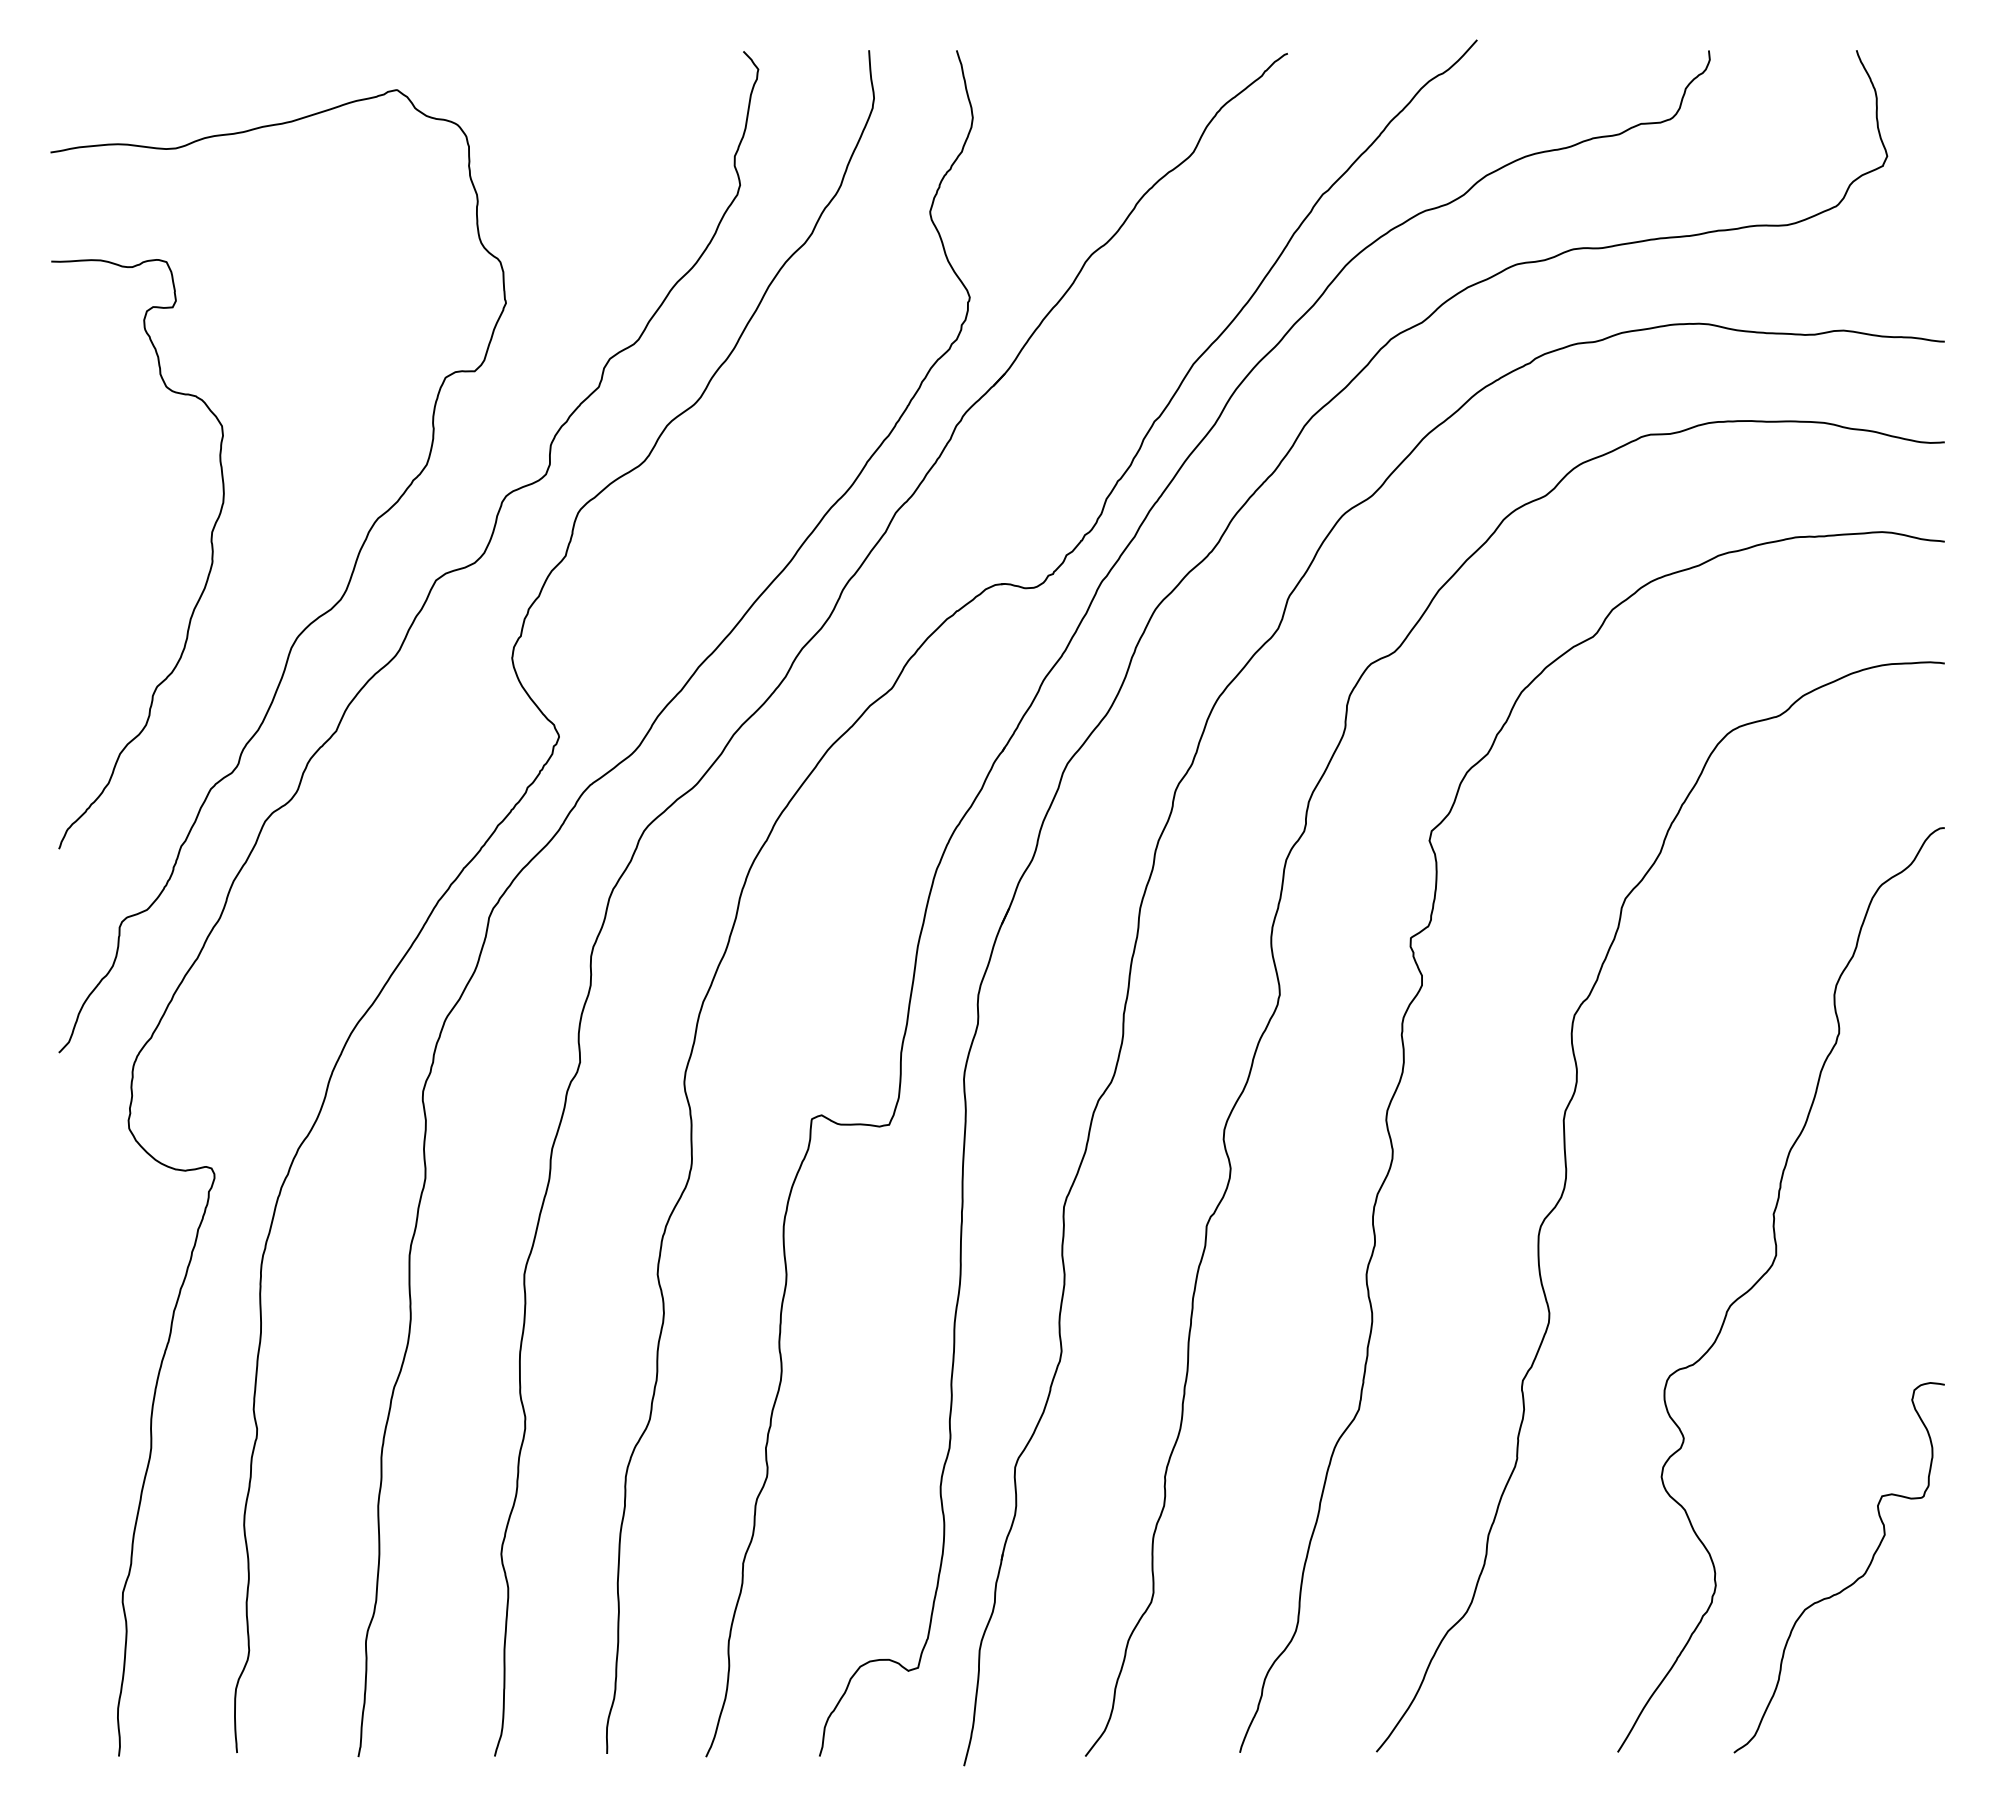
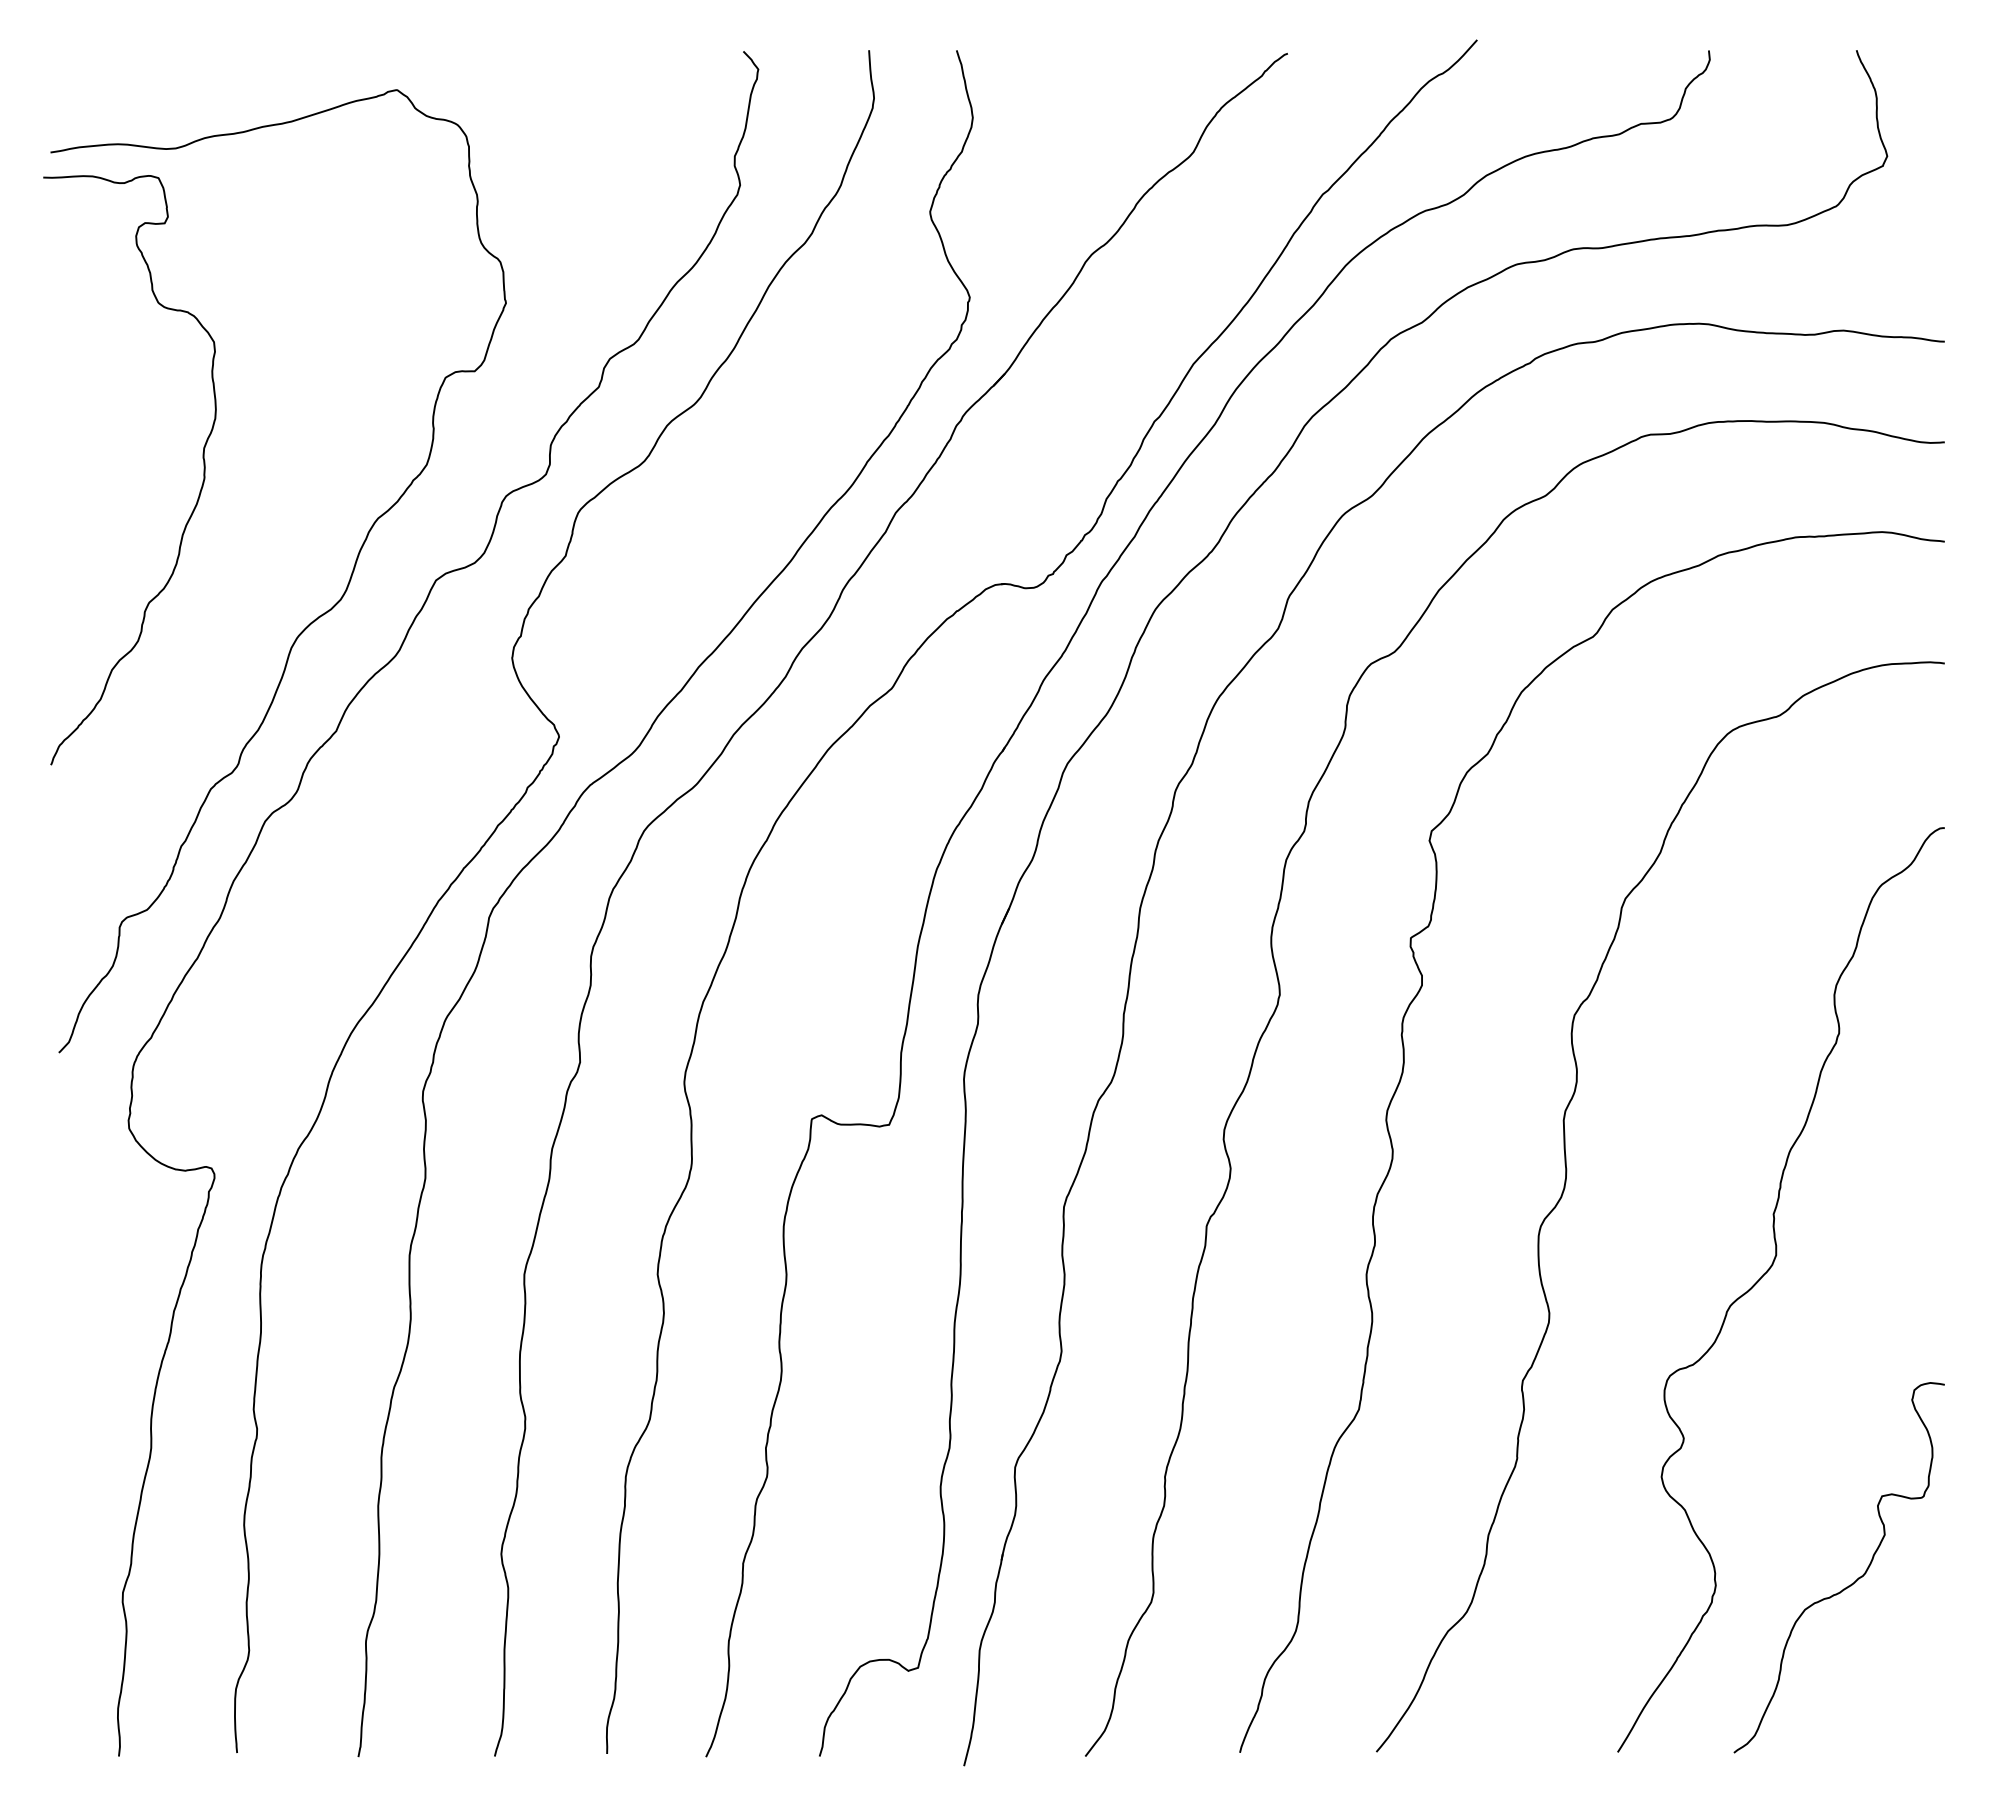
curve at (207, 575) position: (207, 575) -> (199, 491)
